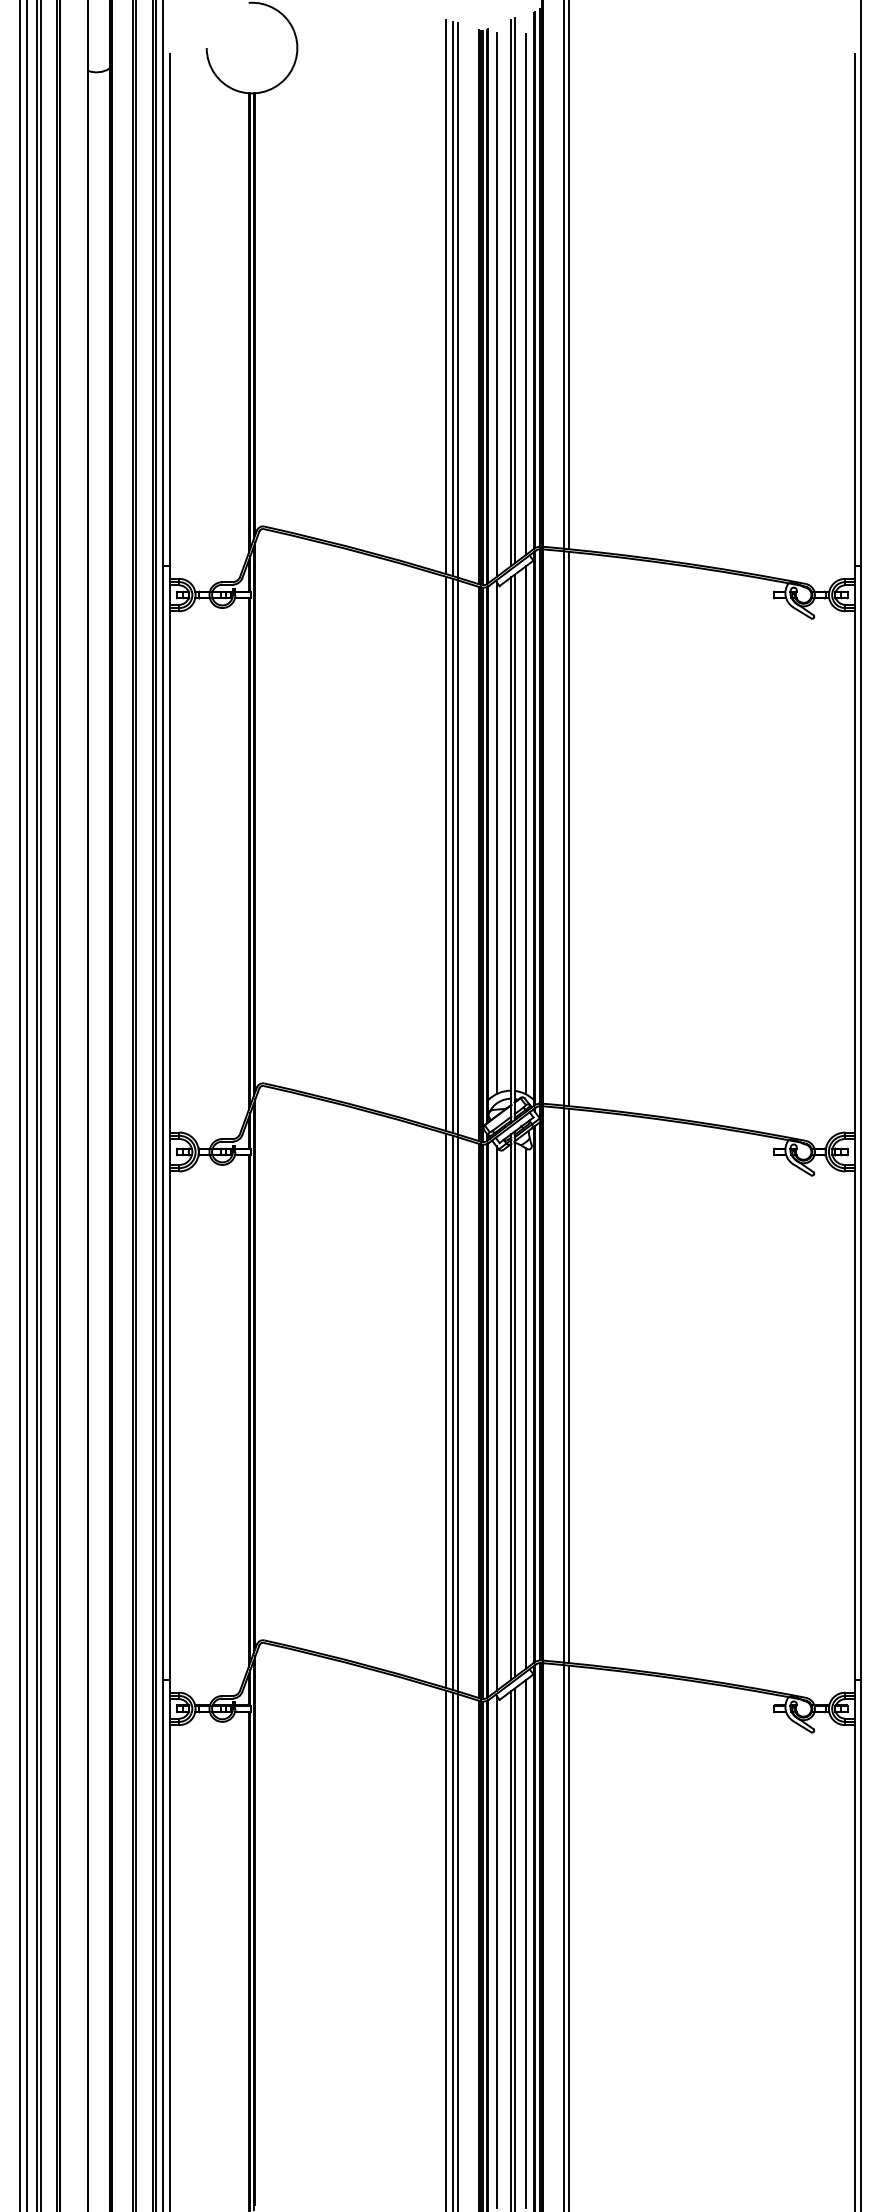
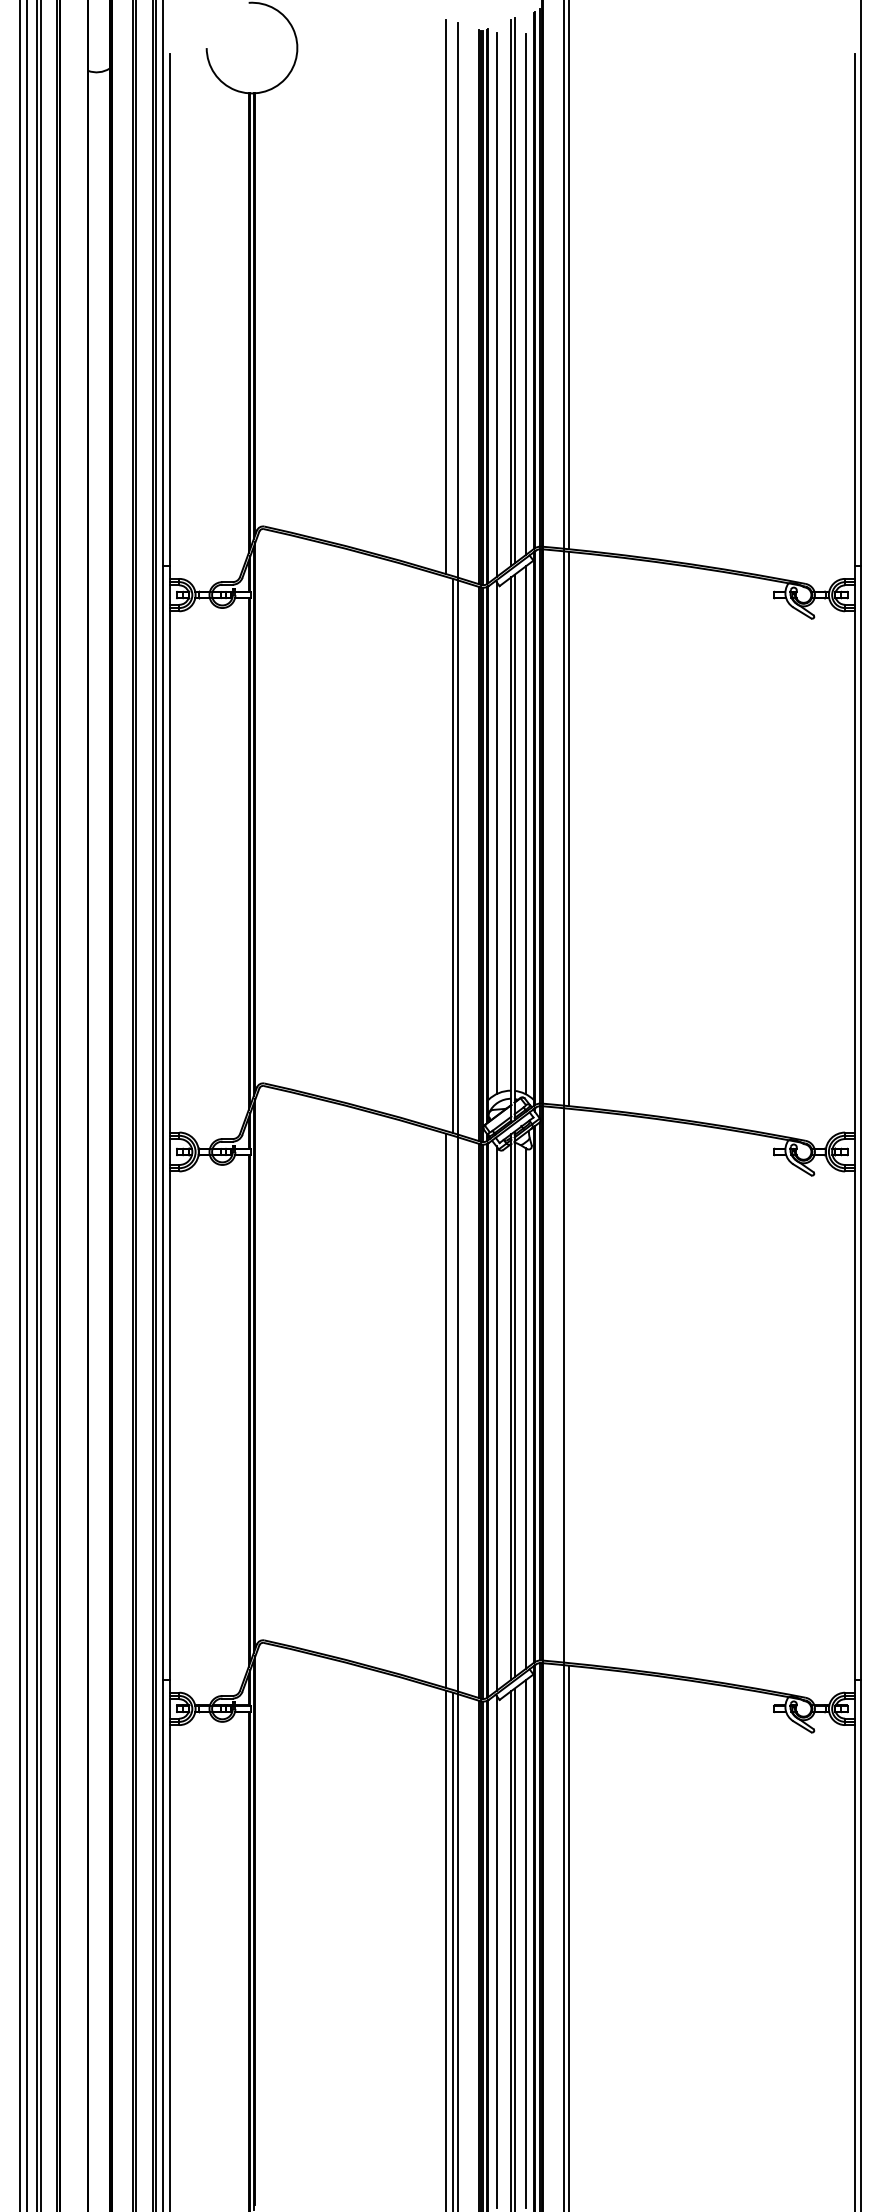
line at (452, 298): present -> none
line at (446, 853): present -> none
line at (569, 1385): present -> none
line at (452, 1412): present -> none
